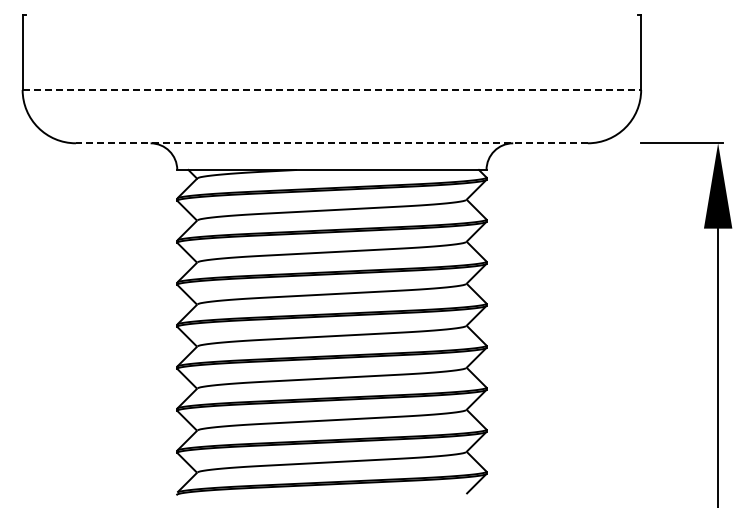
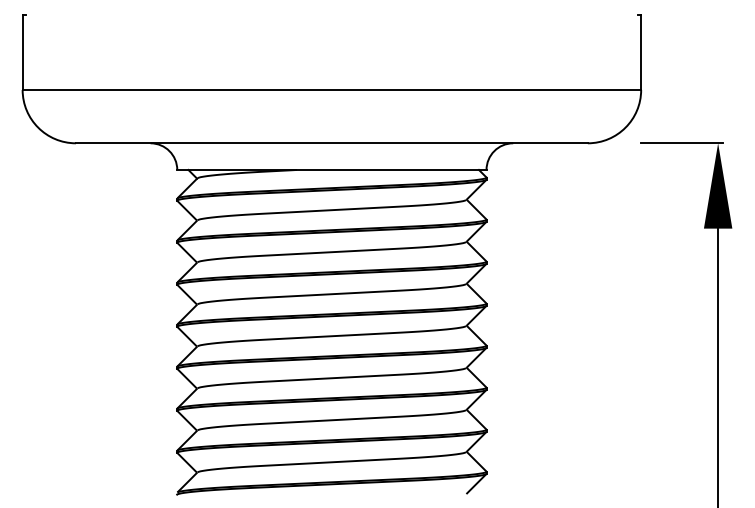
line at (332, 89): dashed -> solid
line at (331, 143): dashed -> solid
